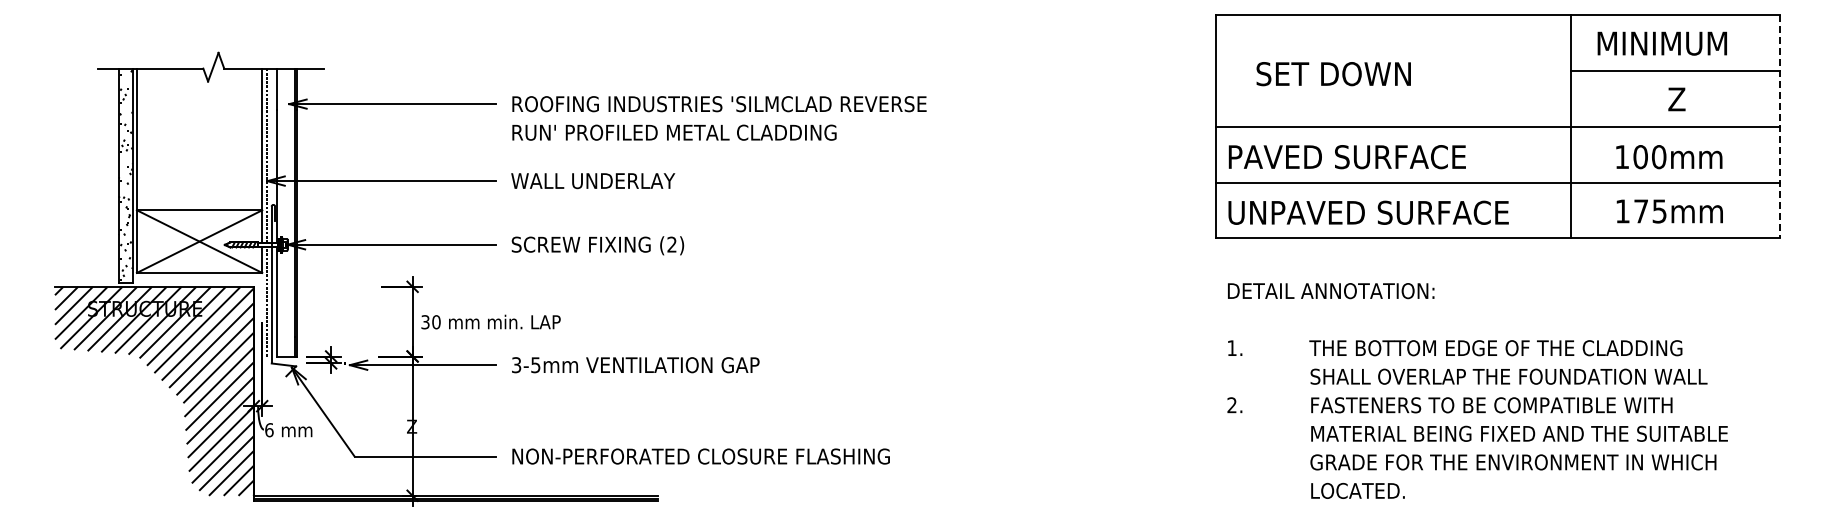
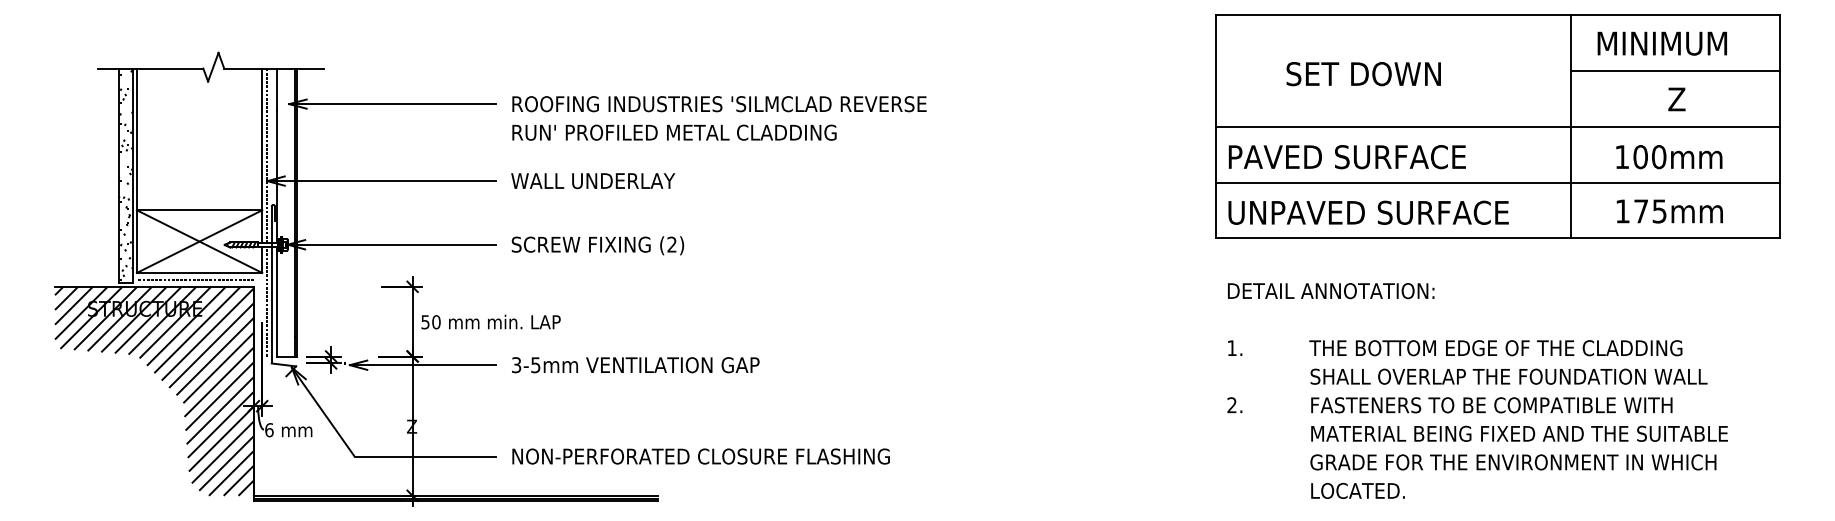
text at (1333, 74) position: (1333, 74) -> (1363, 74)
line at (1779, 127): dashed -> solid
line at (195, 279): none -> present
text at (425, 321): 30 -> 50
